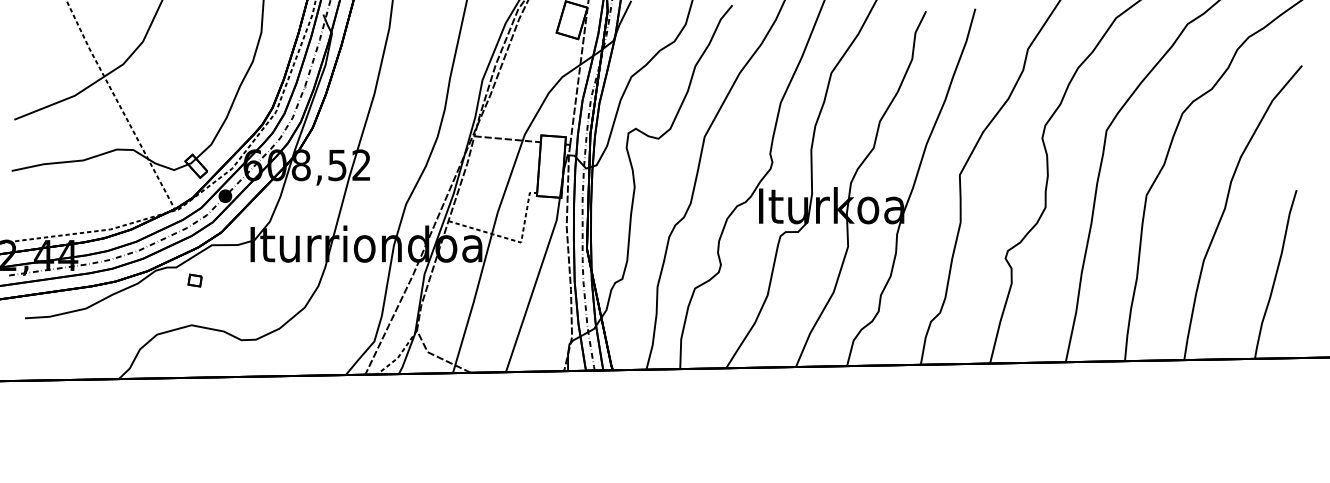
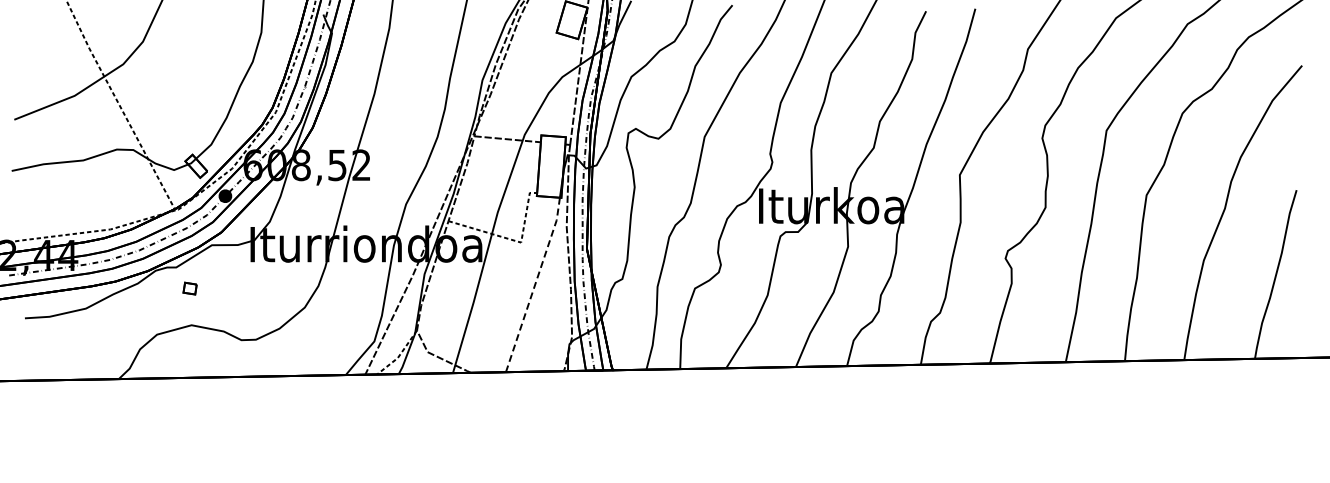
part at (194, 280) position: (194, 280) -> (189, 288)
line at (535, 284): solid -> dashed
